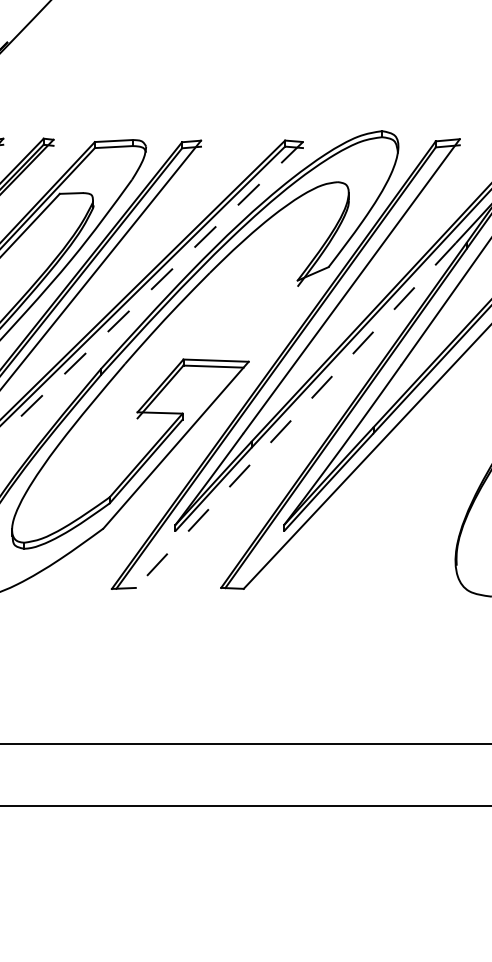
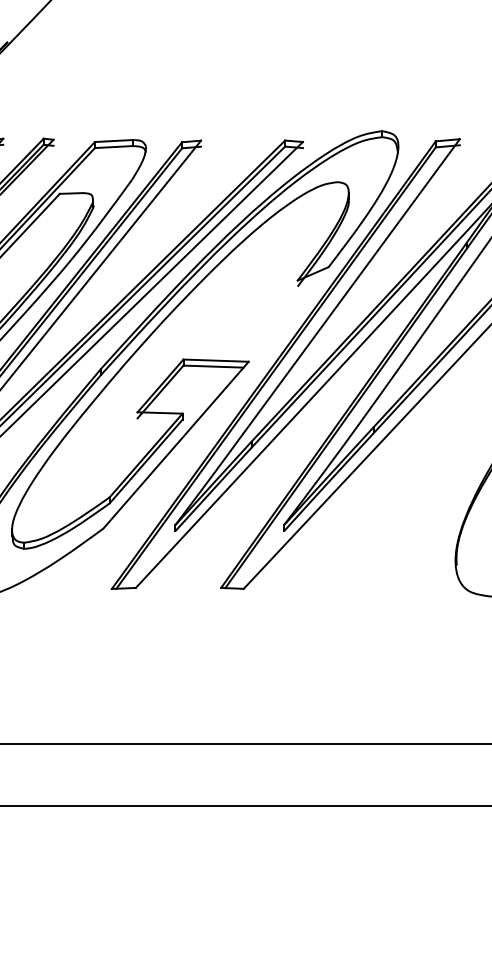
line at (151, 289): dashed -> solid
line at (295, 415): dashed -> solid
